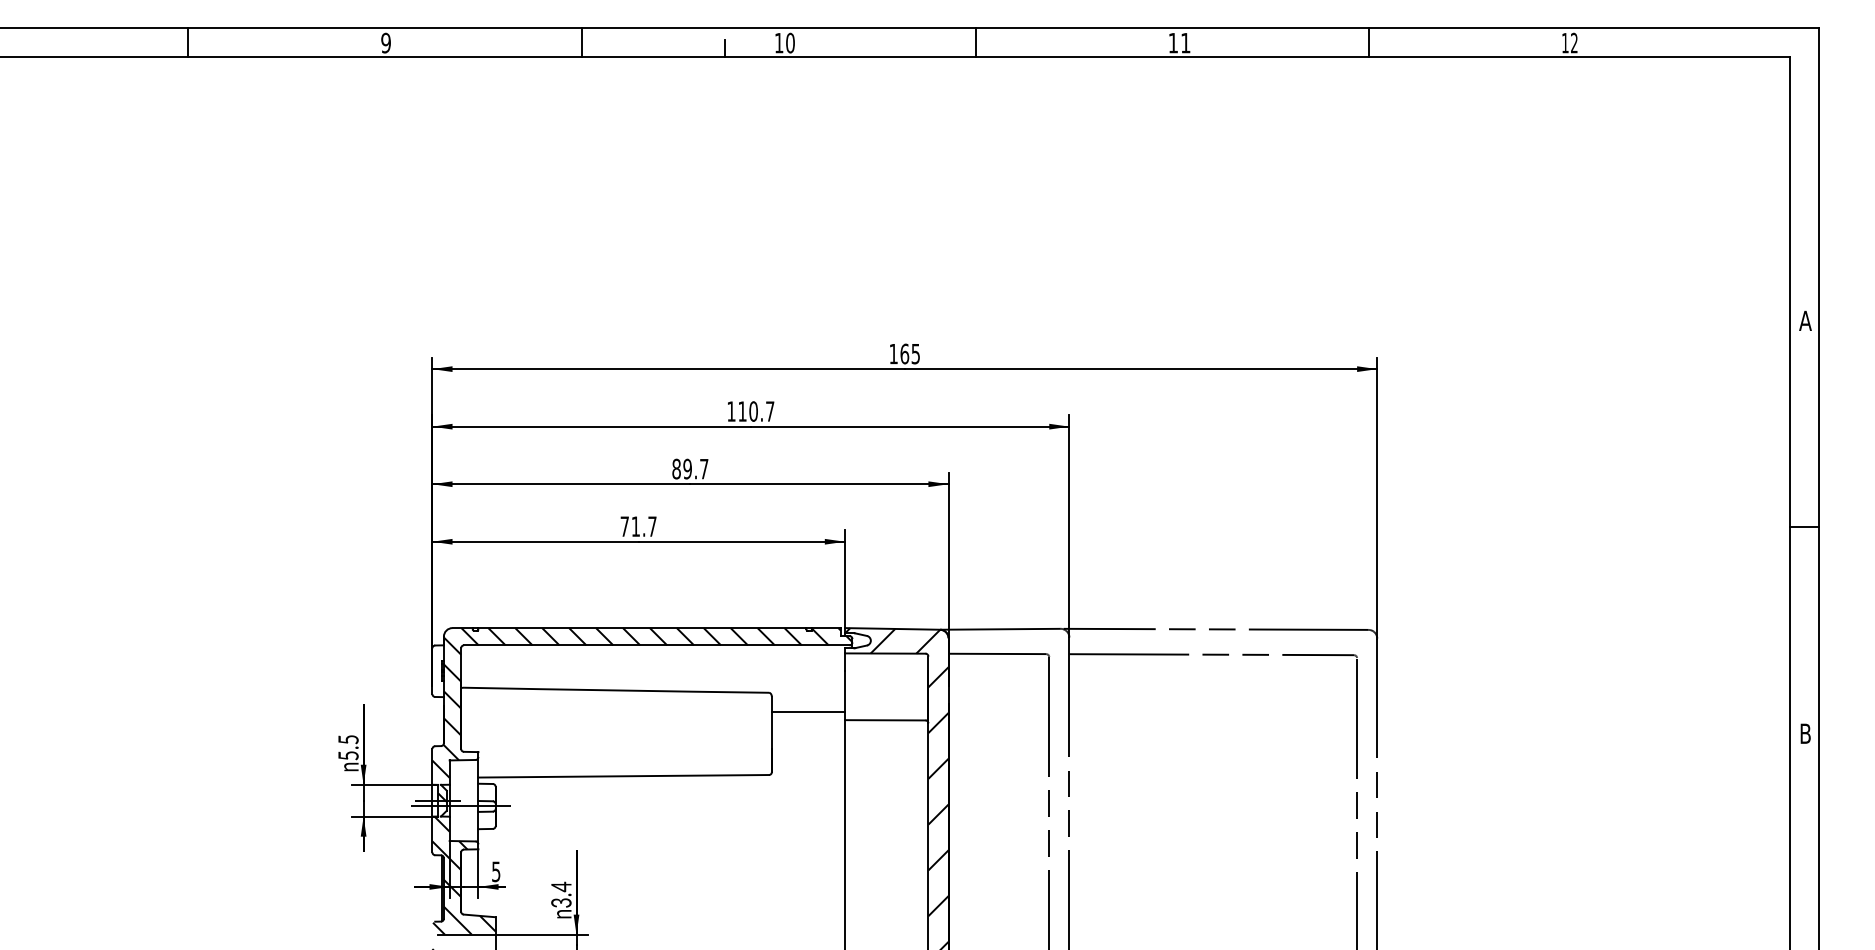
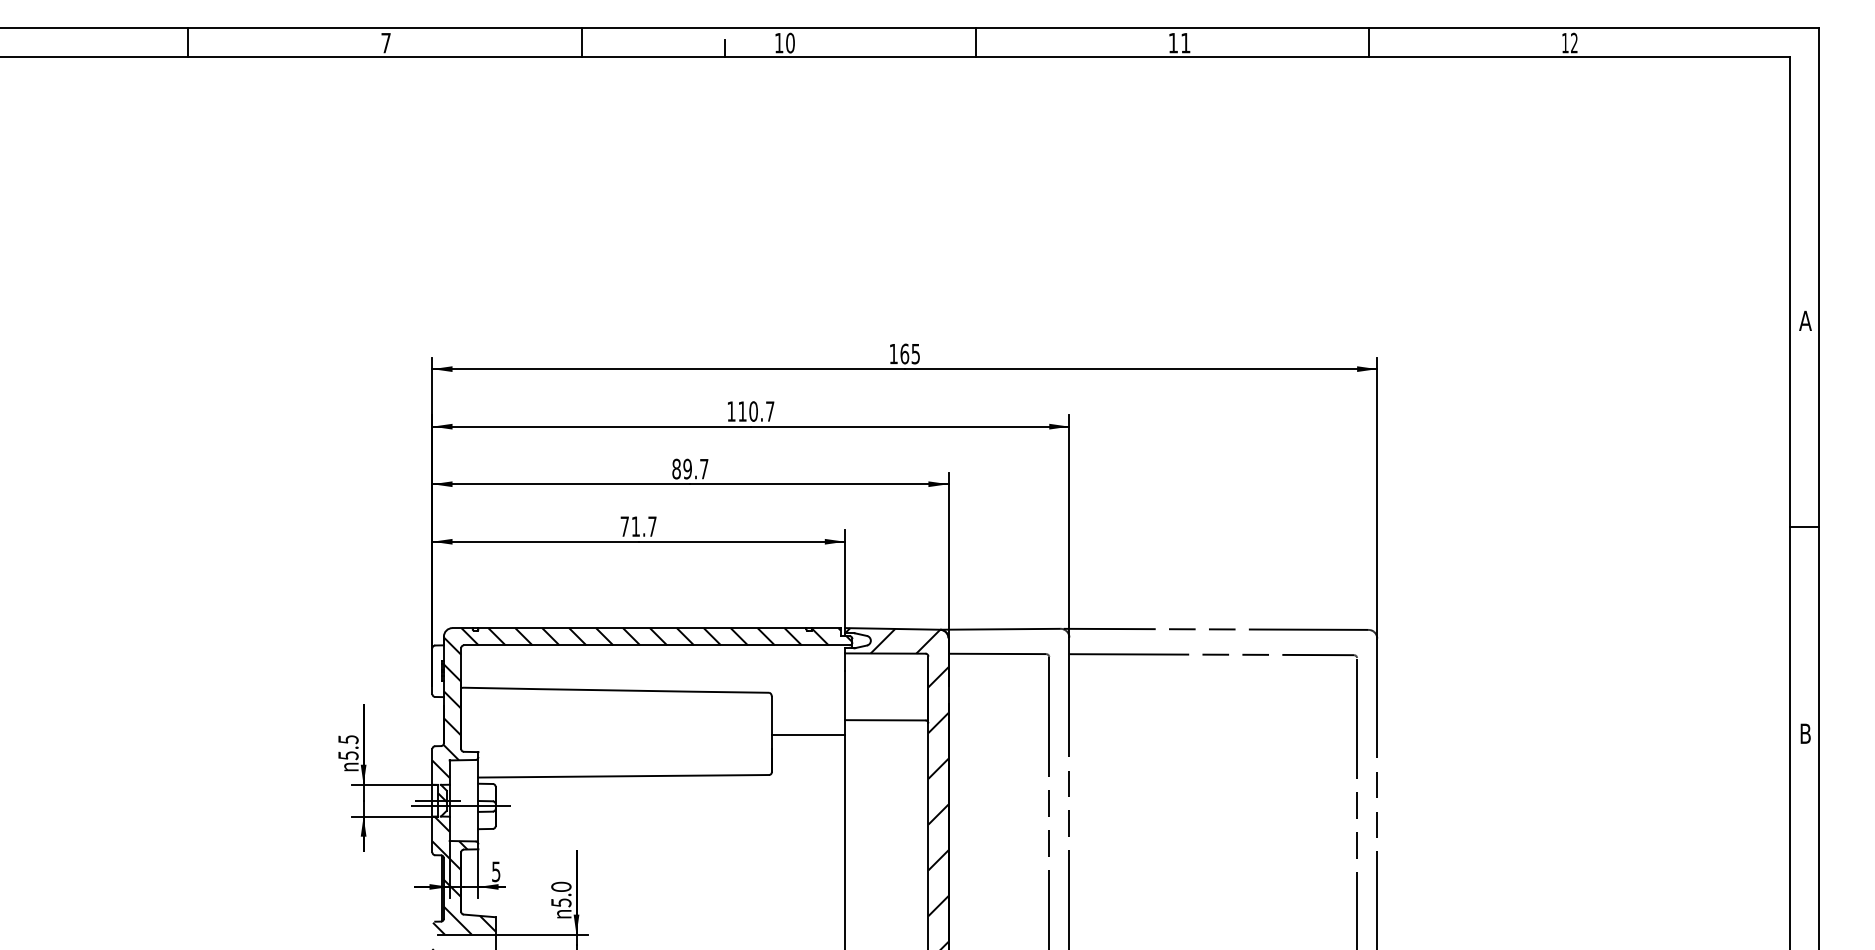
text at (385, 42): 9 -> 7
line at (807, 712) position: (807, 712) -> (807, 735)
text at (561, 894): 3.4 -> 5.0
